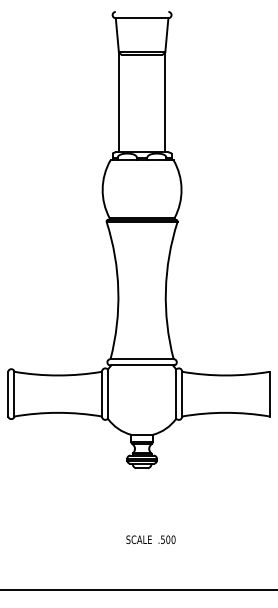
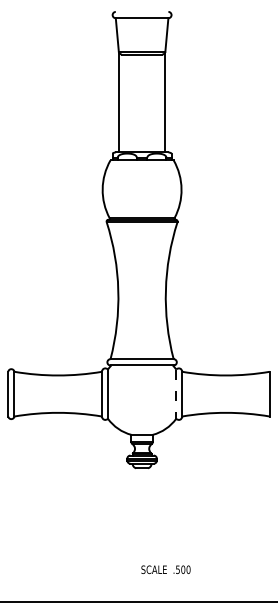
line at (176, 394): solid -> dashed
text at (150, 539) position: (150, 539) -> (165, 569)
line at (138, 589) position: (138, 589) -> (138, 601)
